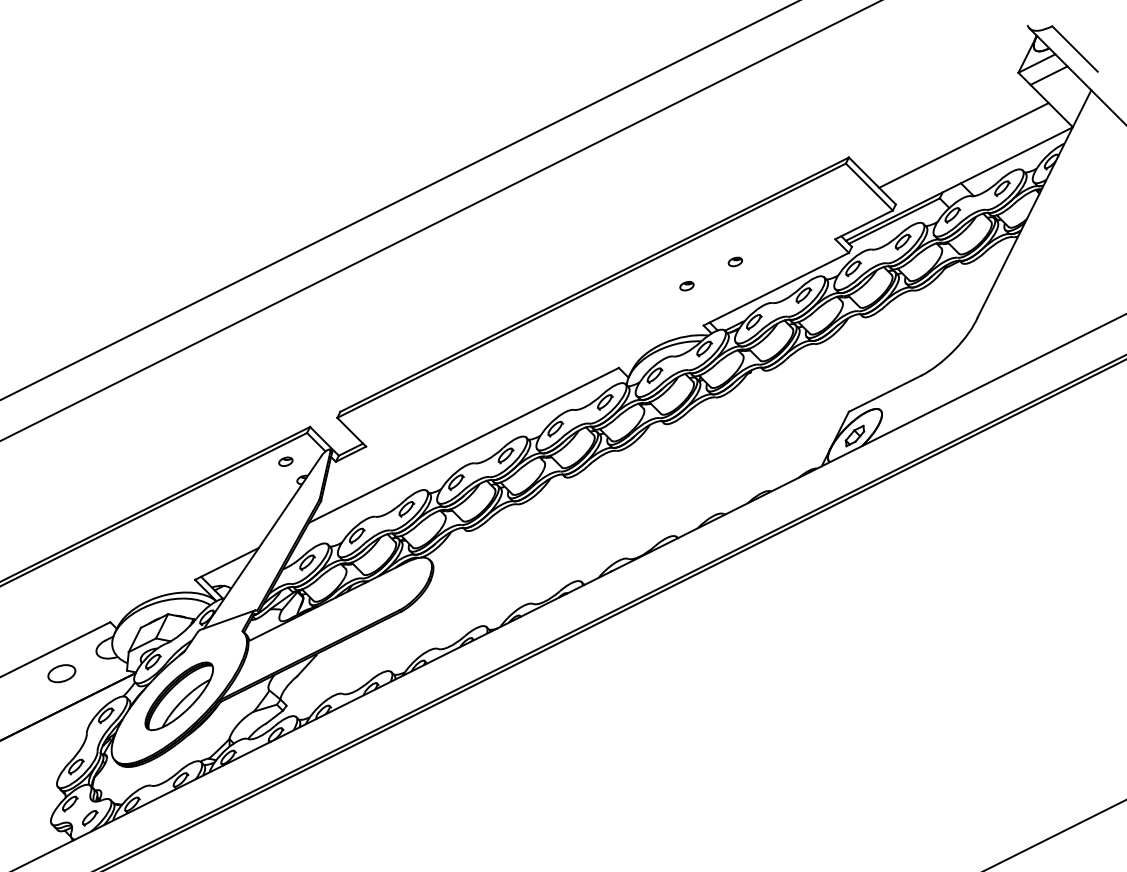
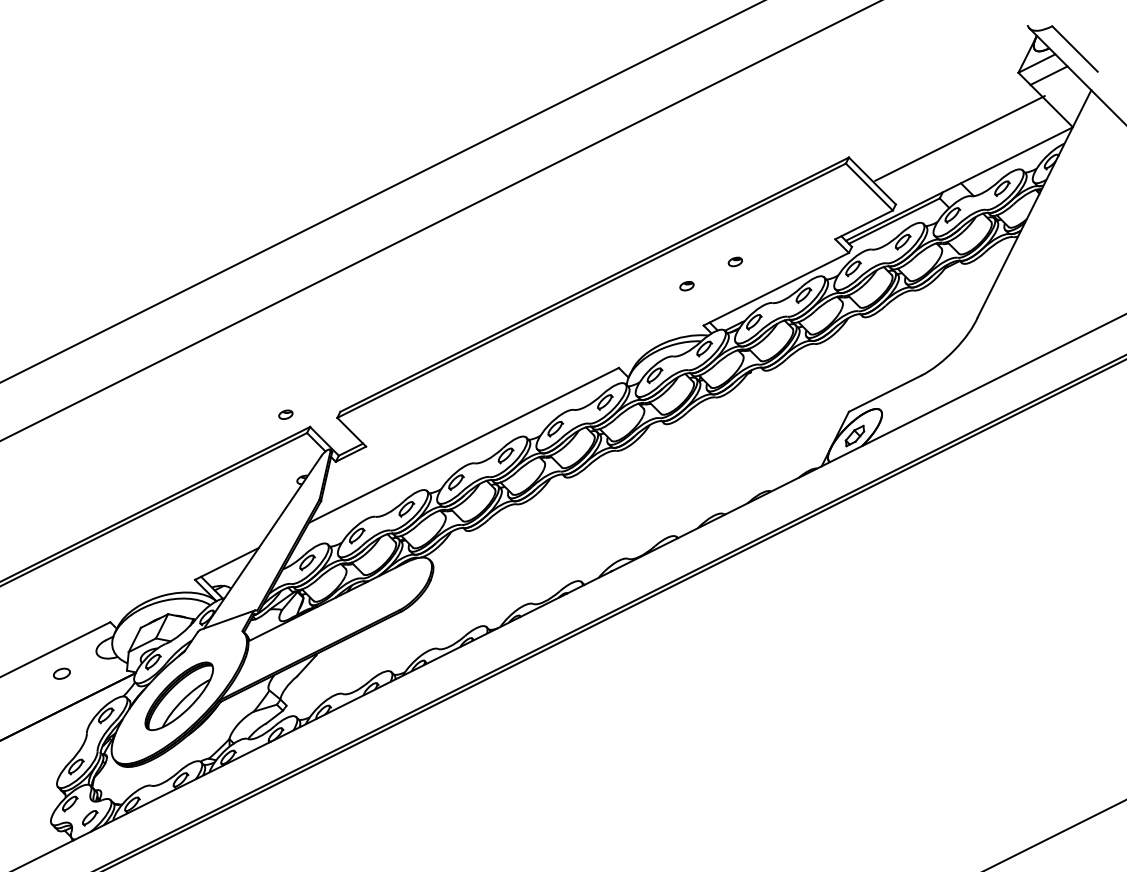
line at (963, 145) position: (963, 145) -> (959, 138)
line at (399, 200) position: (399, 200) -> (381, 191)
part at (285, 461) position: (285, 461) -> (285, 414)
part at (61, 673) size: 30x20 px -> 18x13 px
